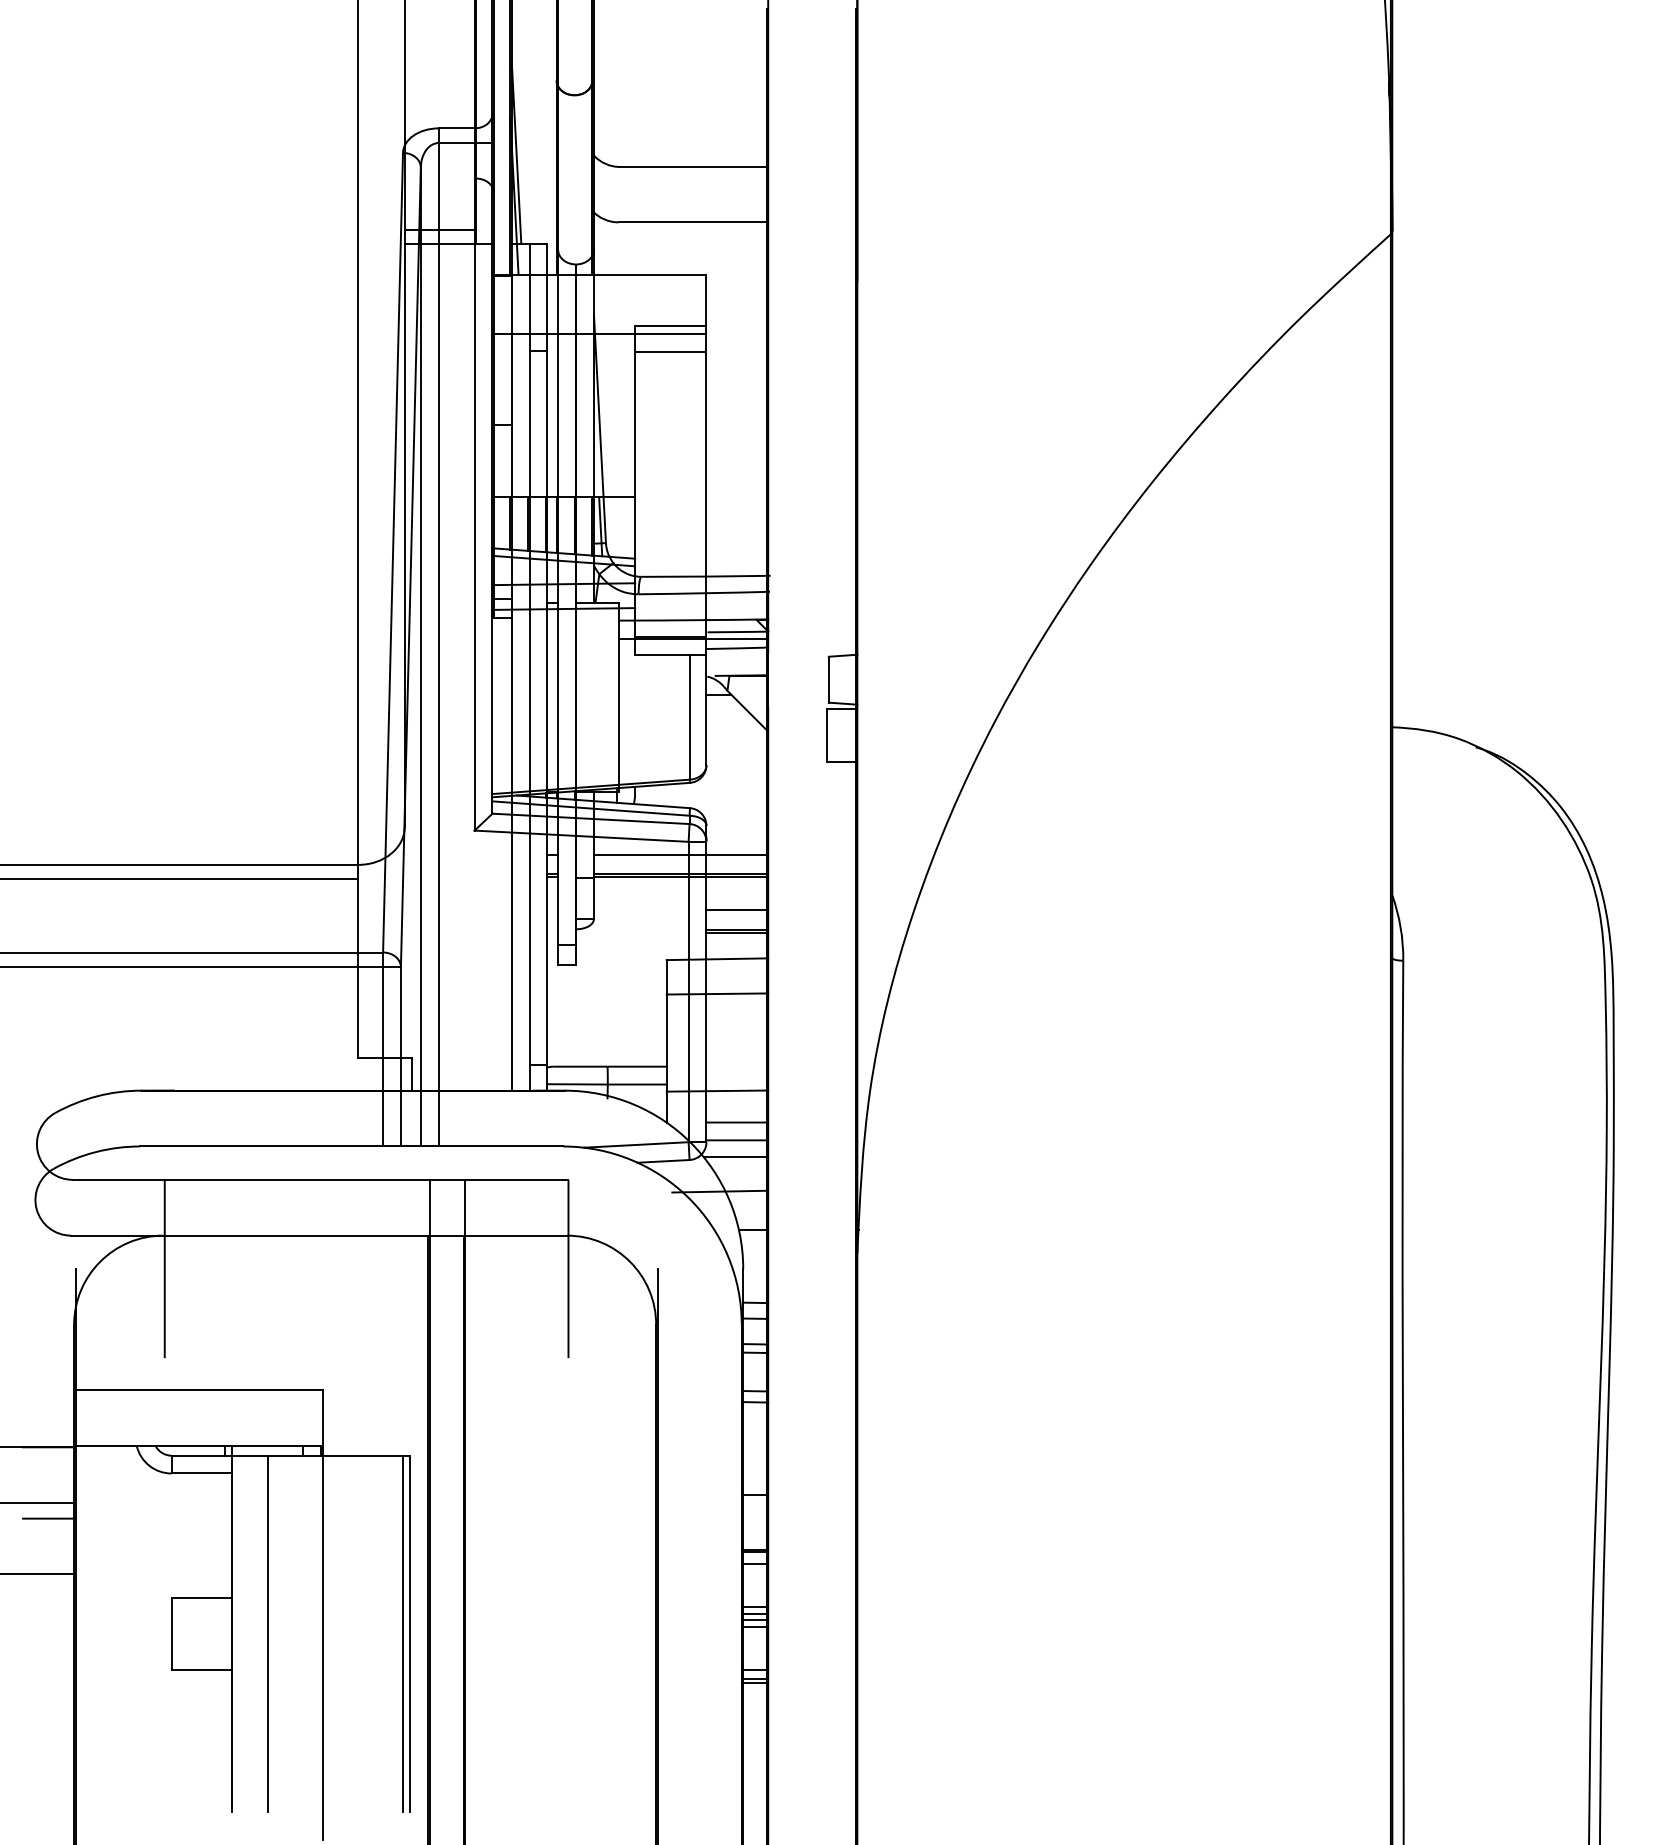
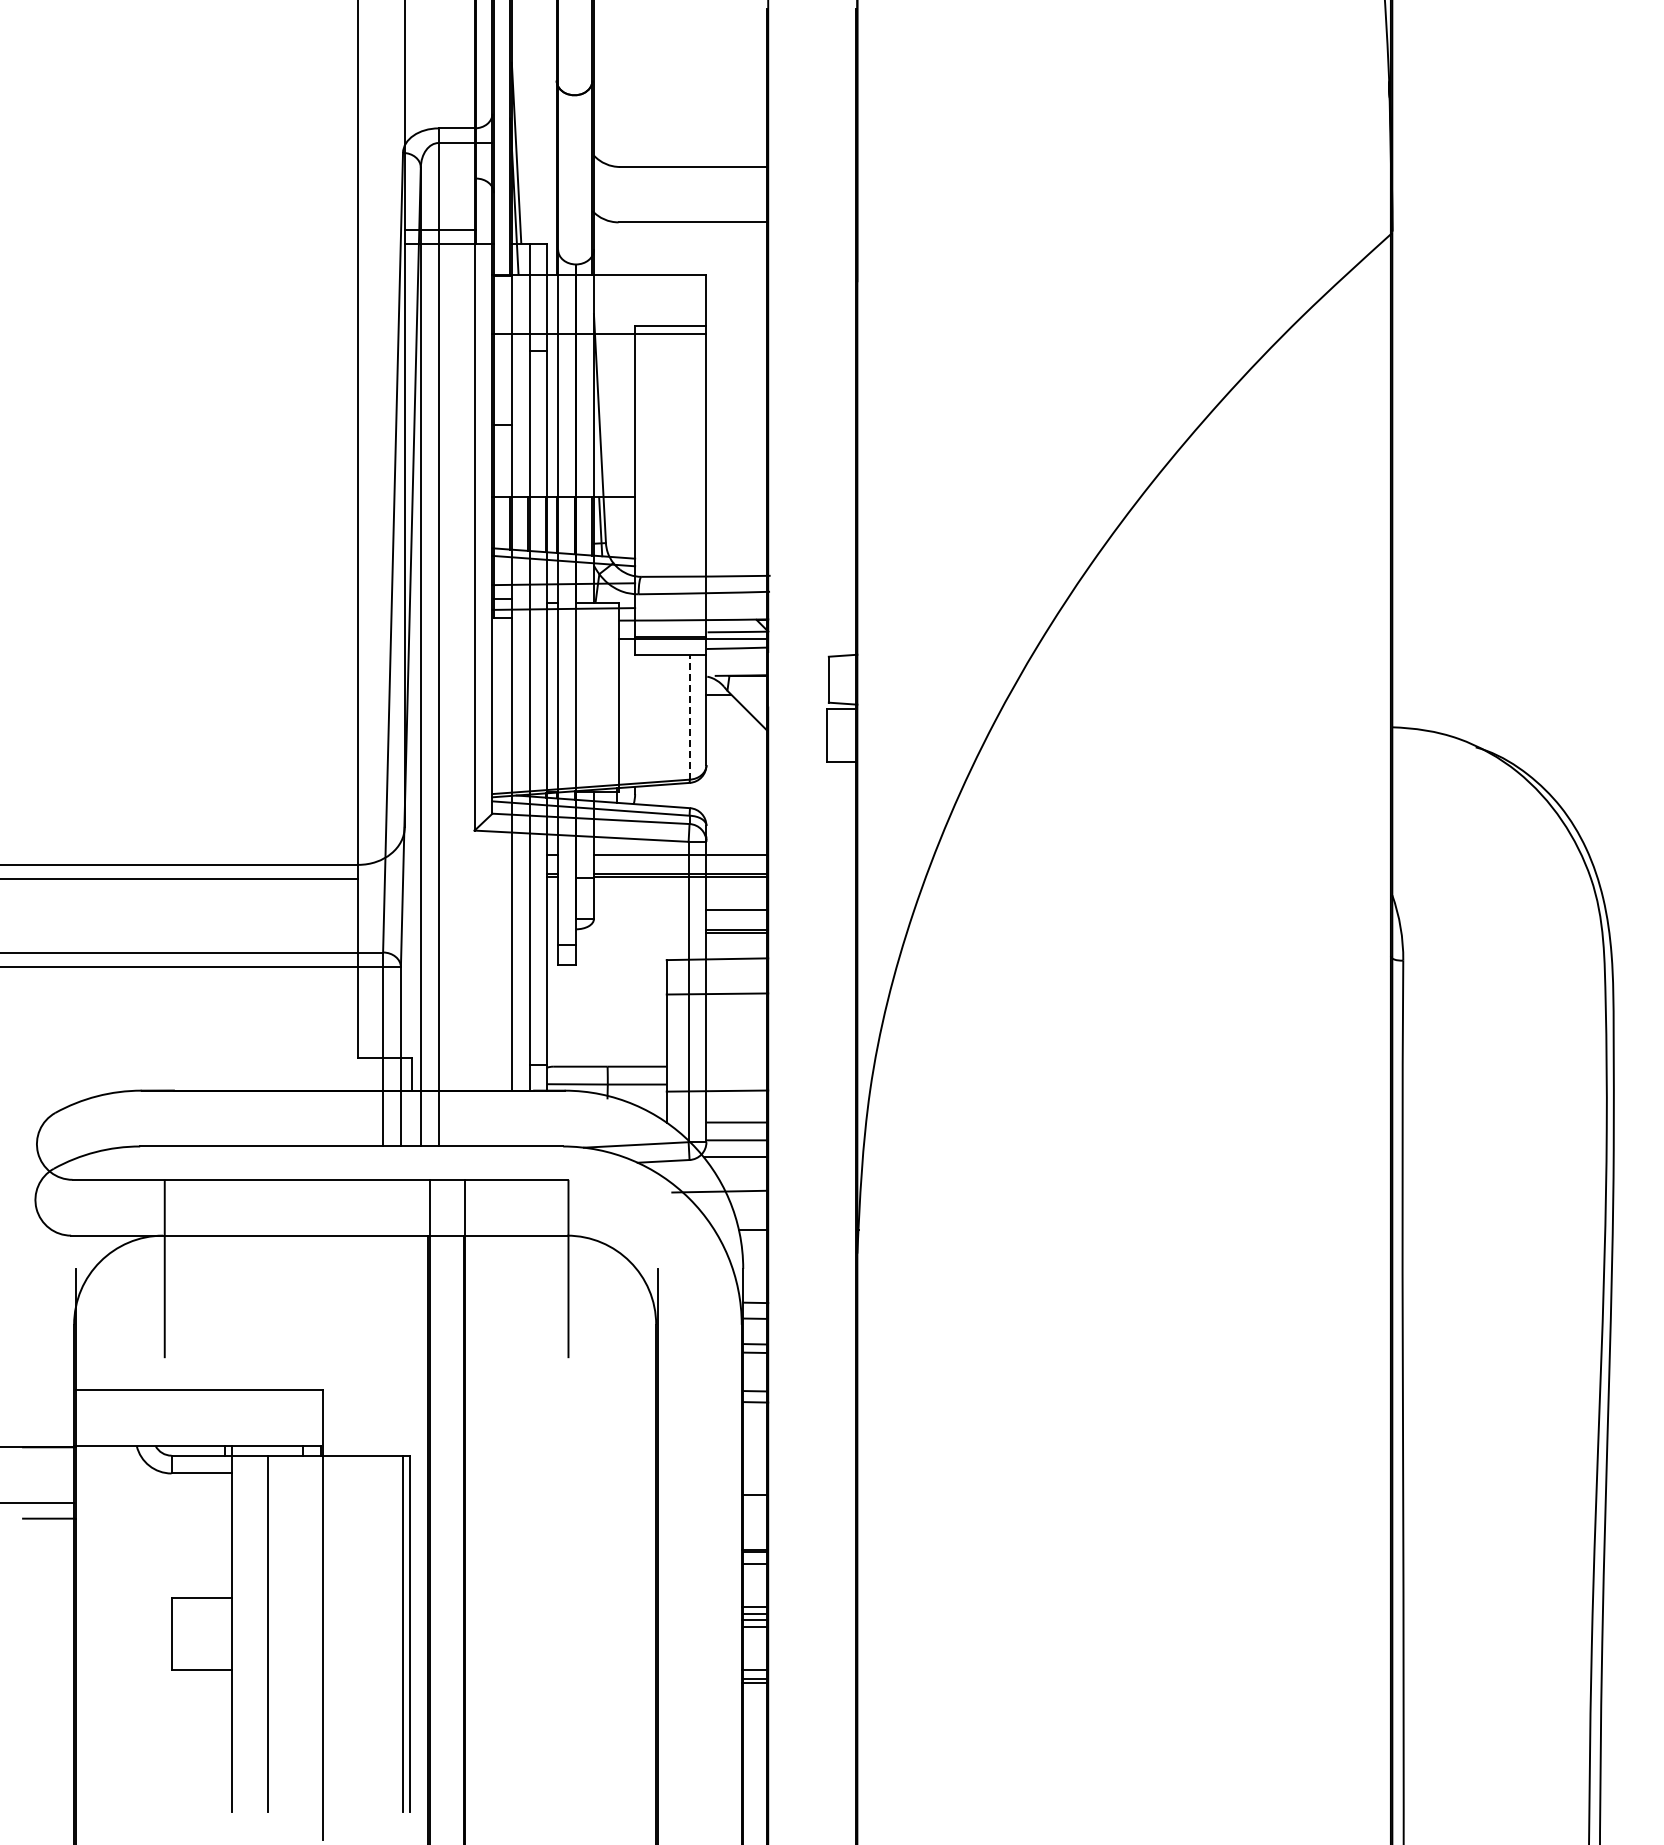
line at (670, 351): present -> none
line at (689, 716): solid -> dashed
line at (38, 1574): present -> none
